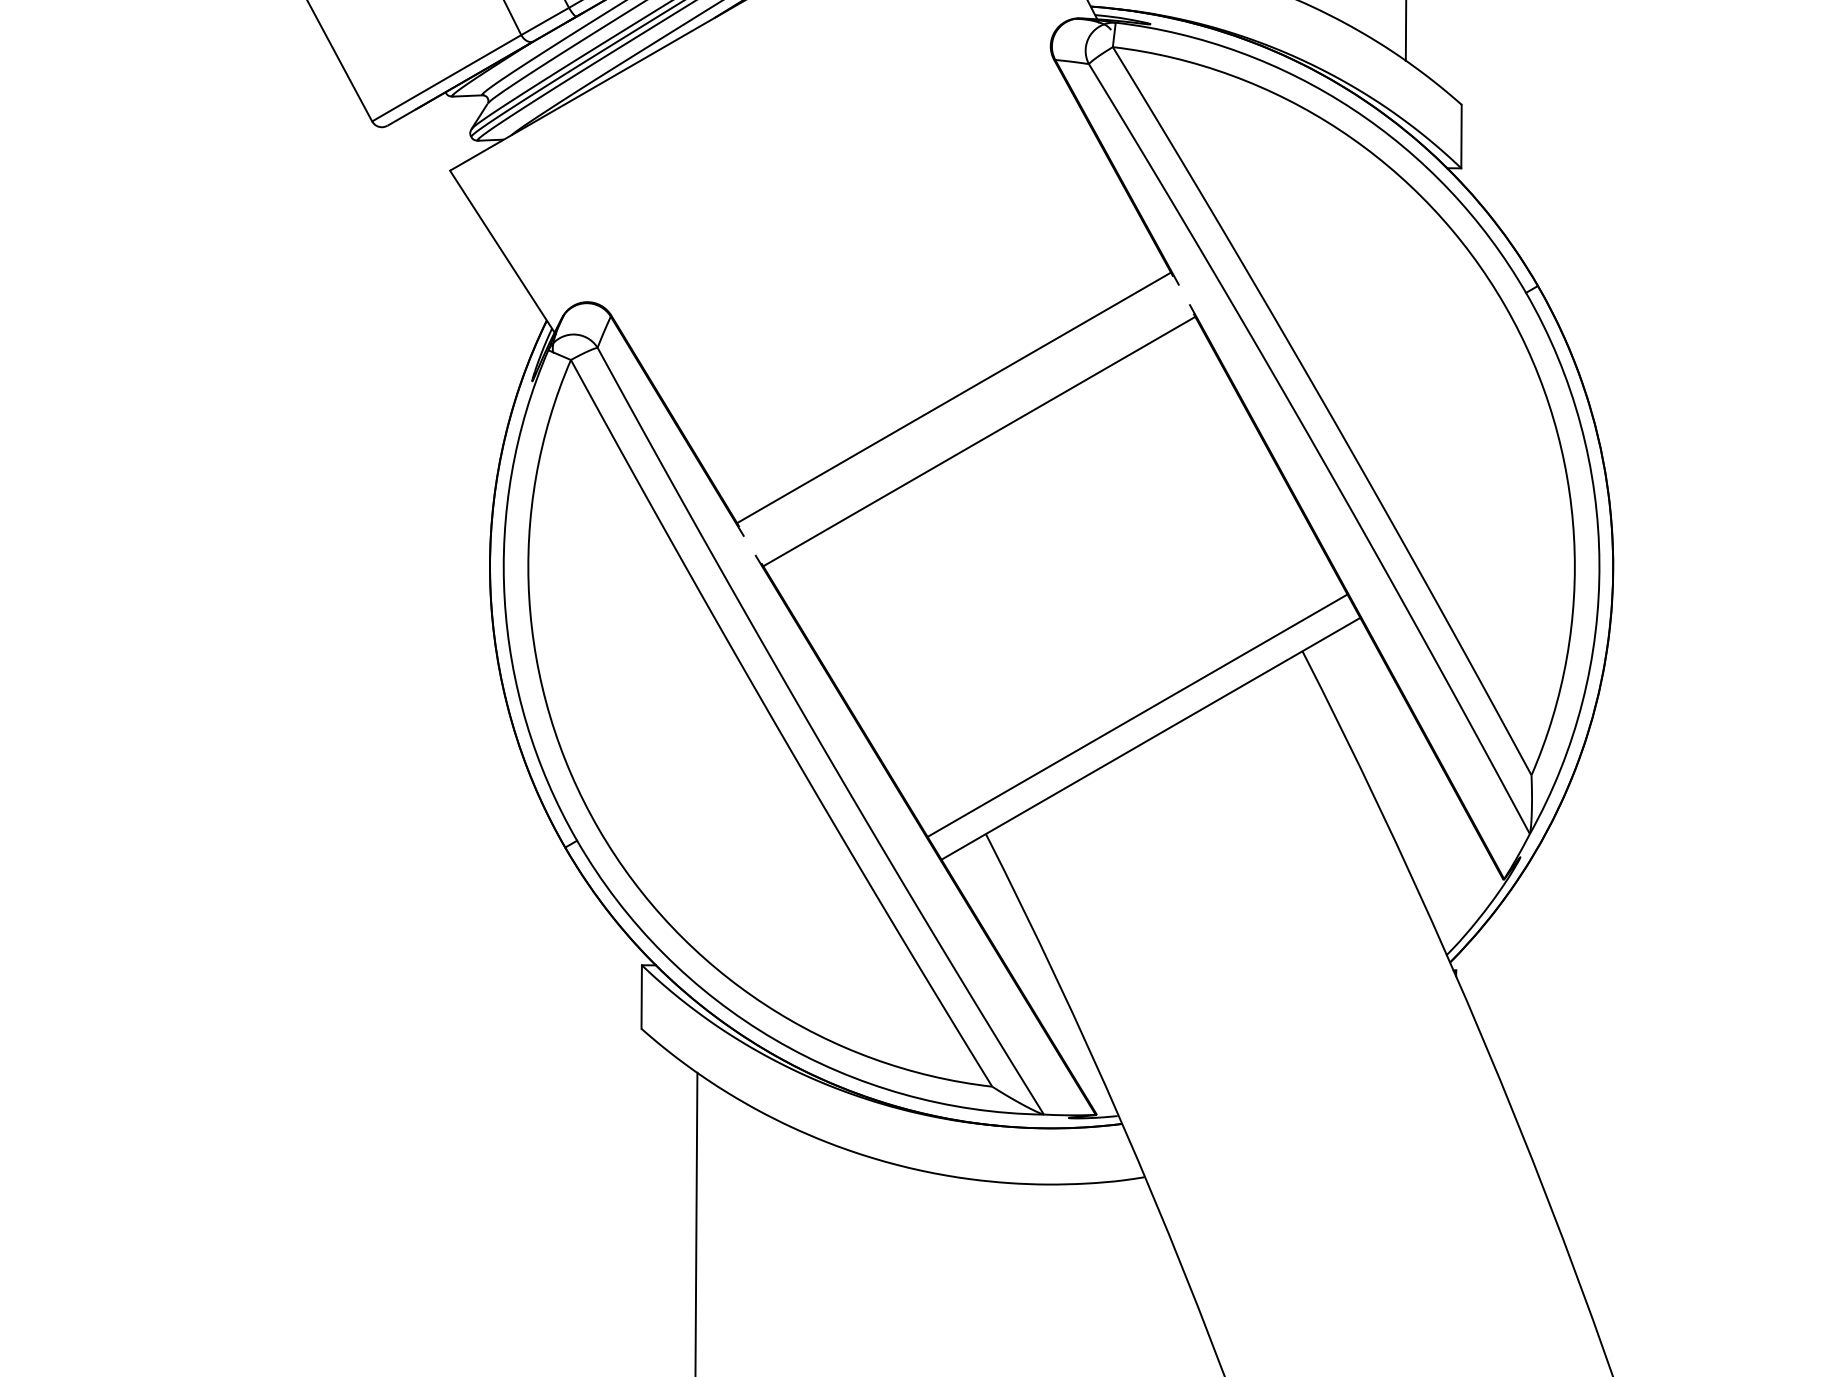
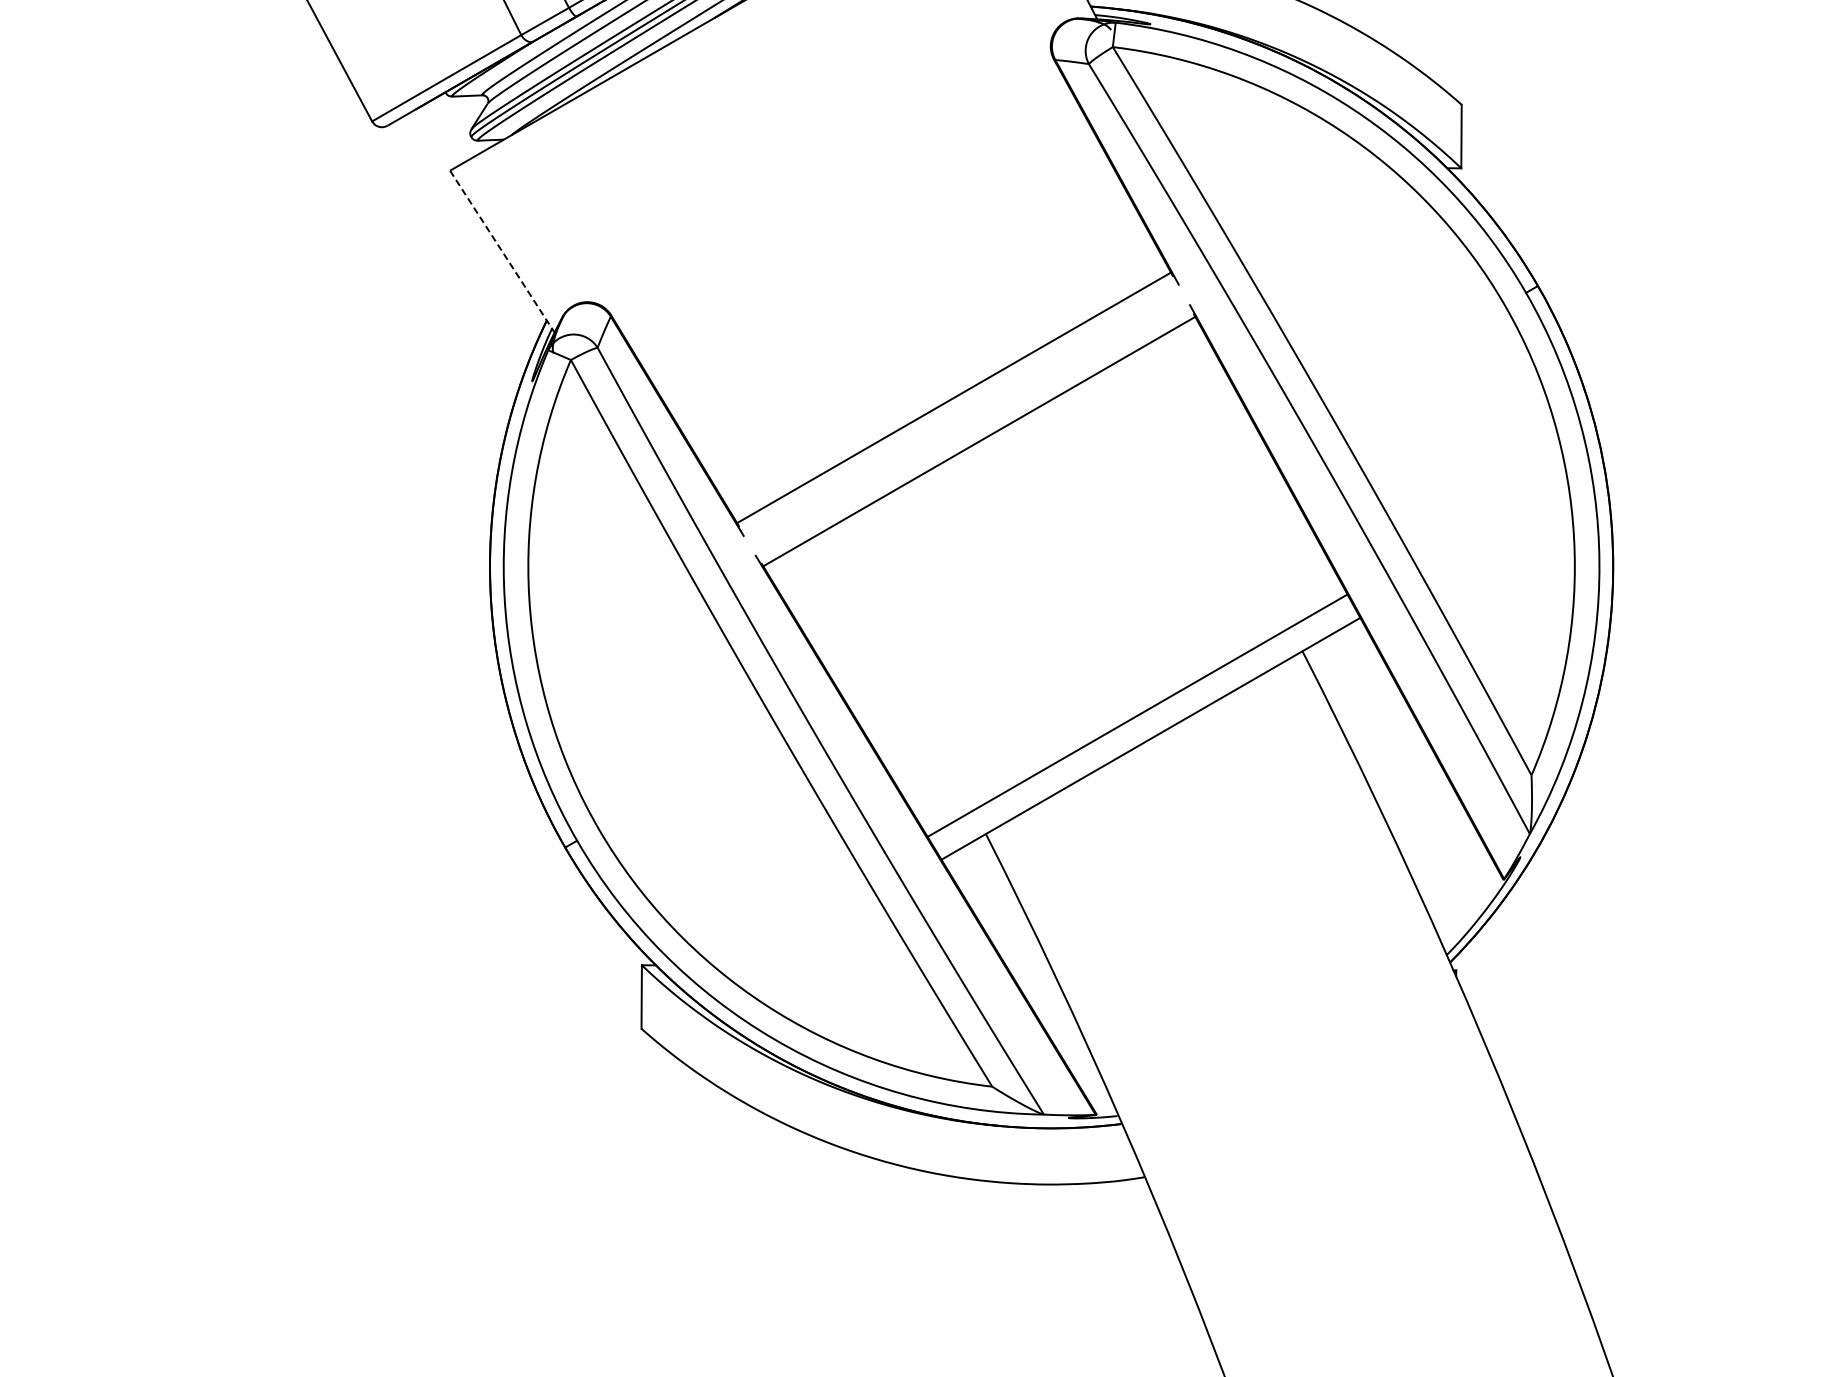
line at (1405, 31): present -> none
line at (503, 253): solid -> dashed
line at (696, 1222): present -> none
